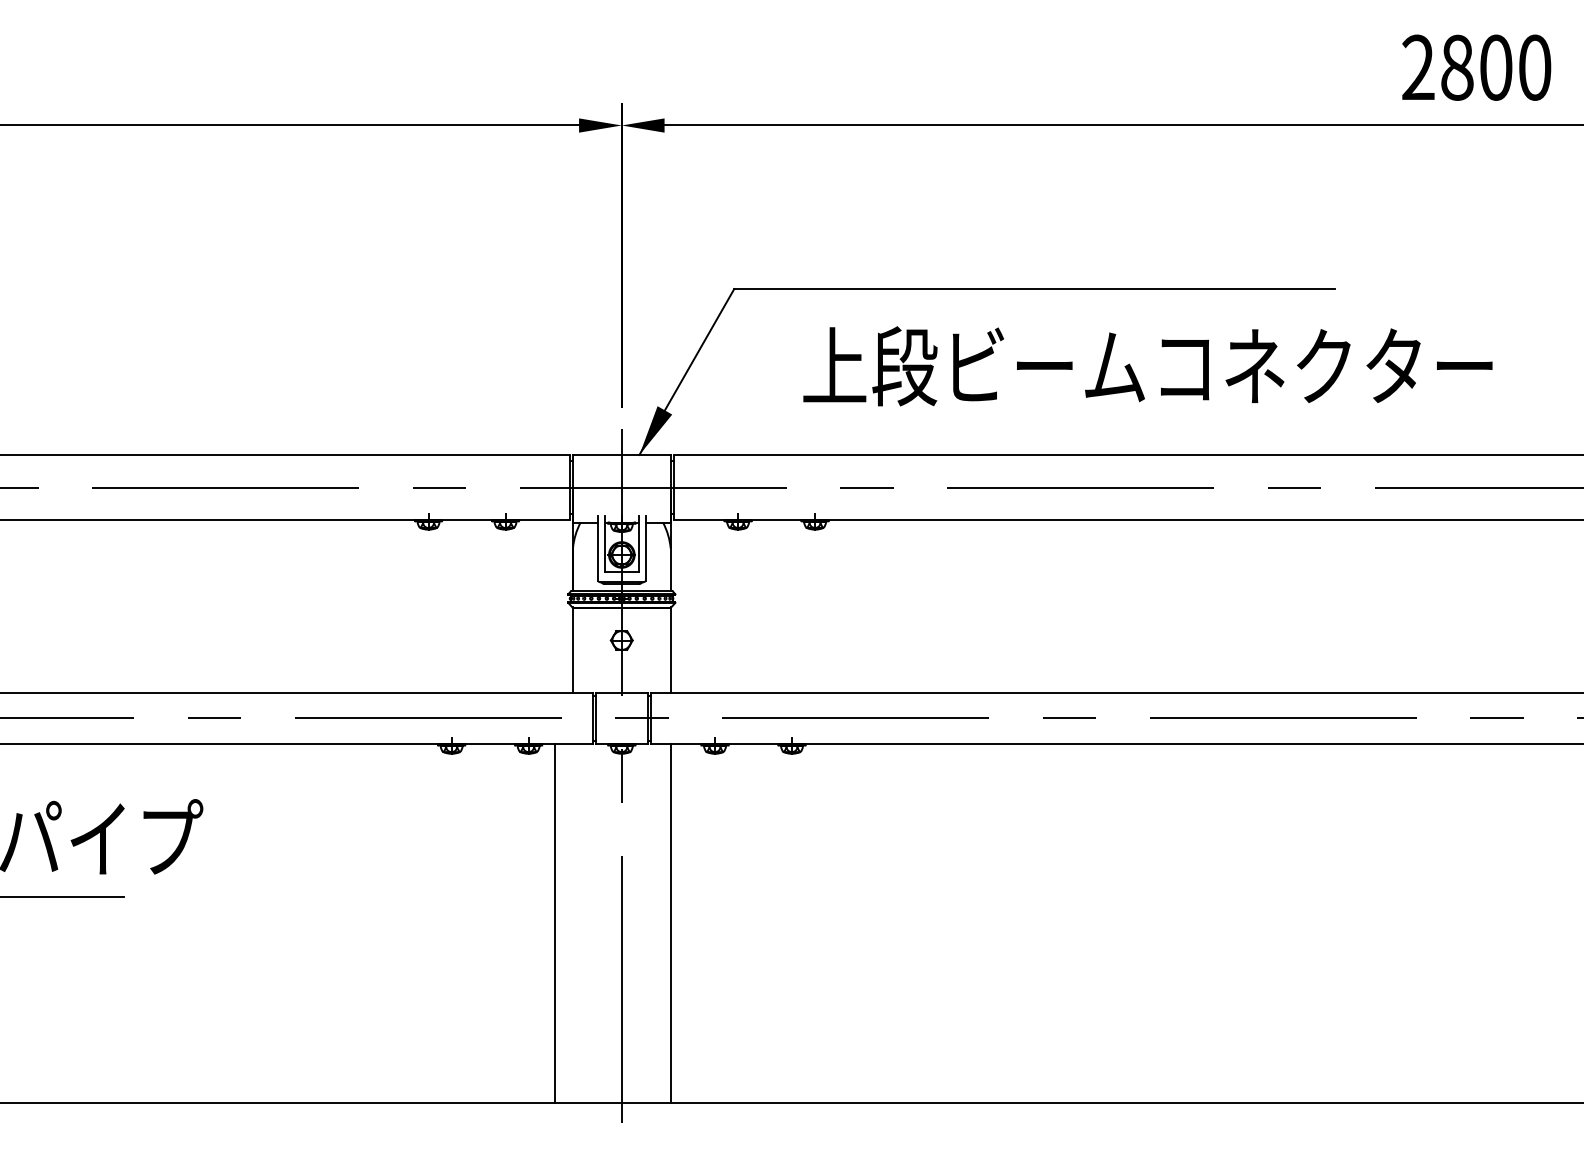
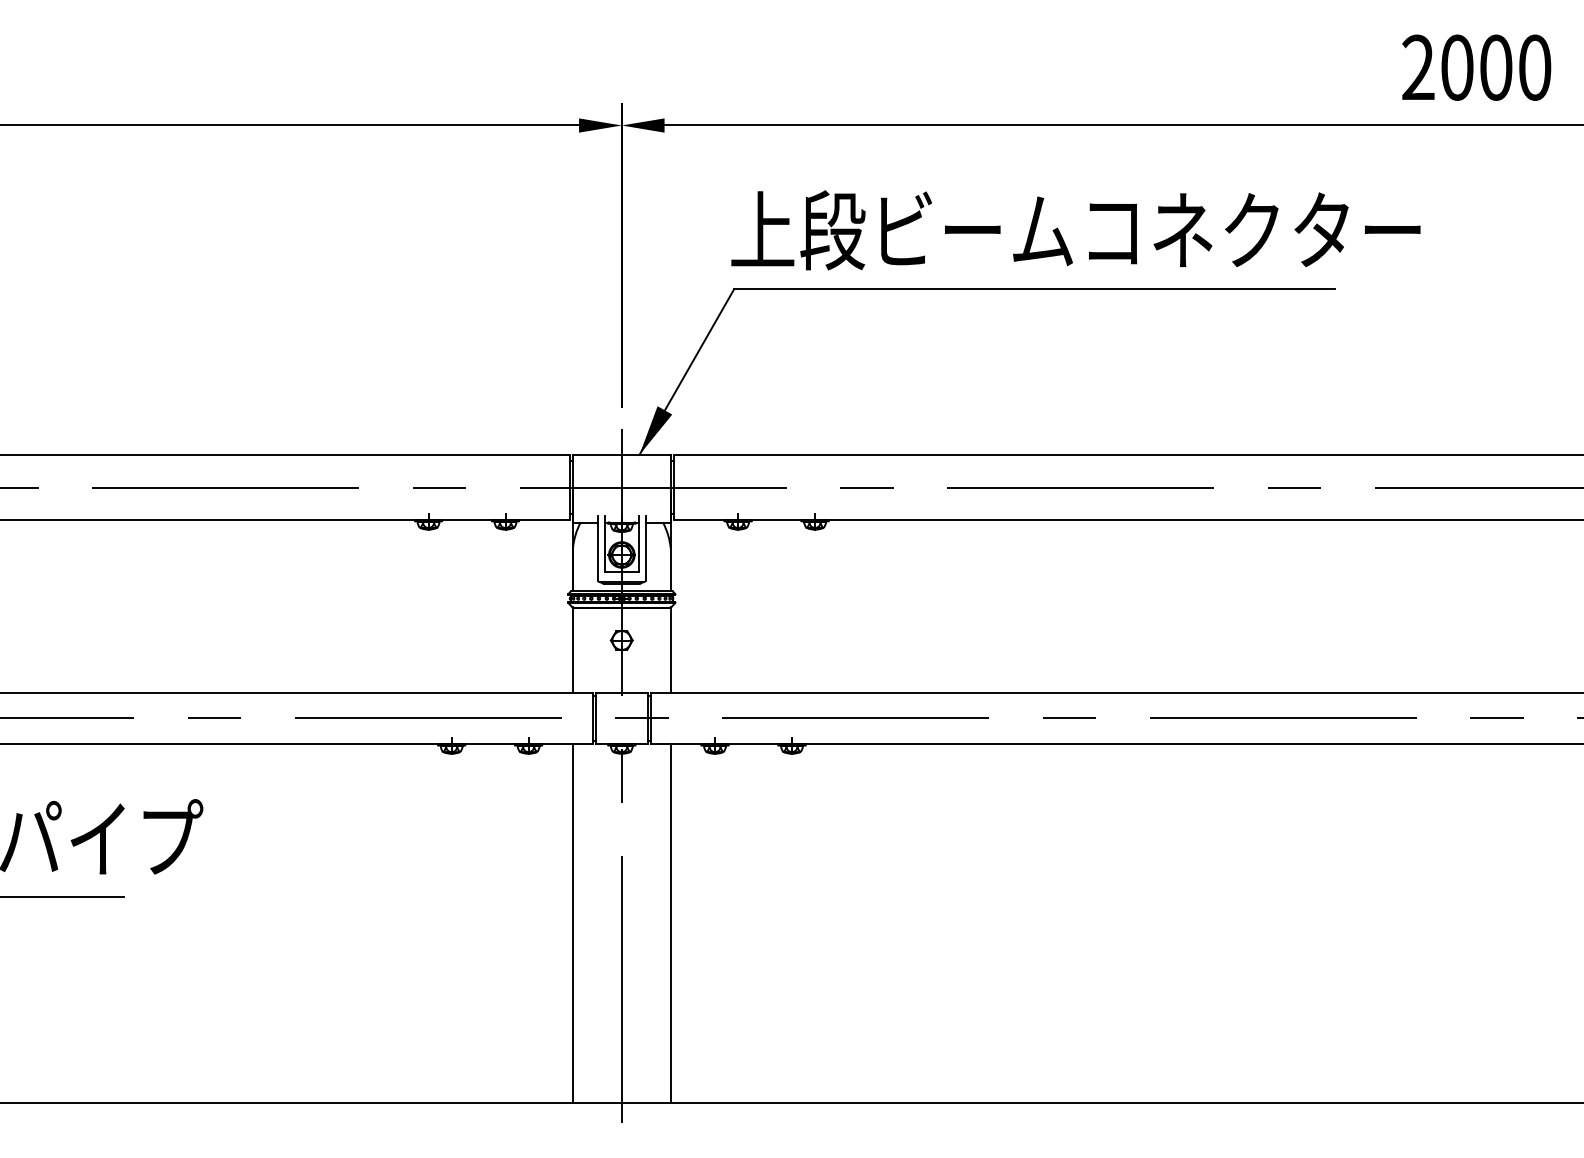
text at (1457, 67): 2800 -> 2000
text at (1147, 366) position: (1147, 366) -> (1075, 230)
line at (554, 923) position: (554, 923) -> (572, 923)
